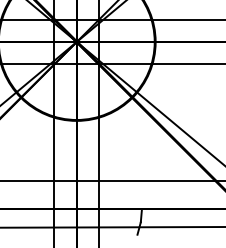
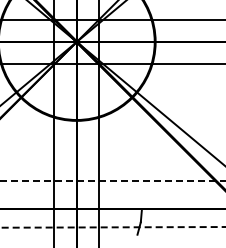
line at (113, 181): solid -> dashed
line at (113, 227): solid -> dashed
